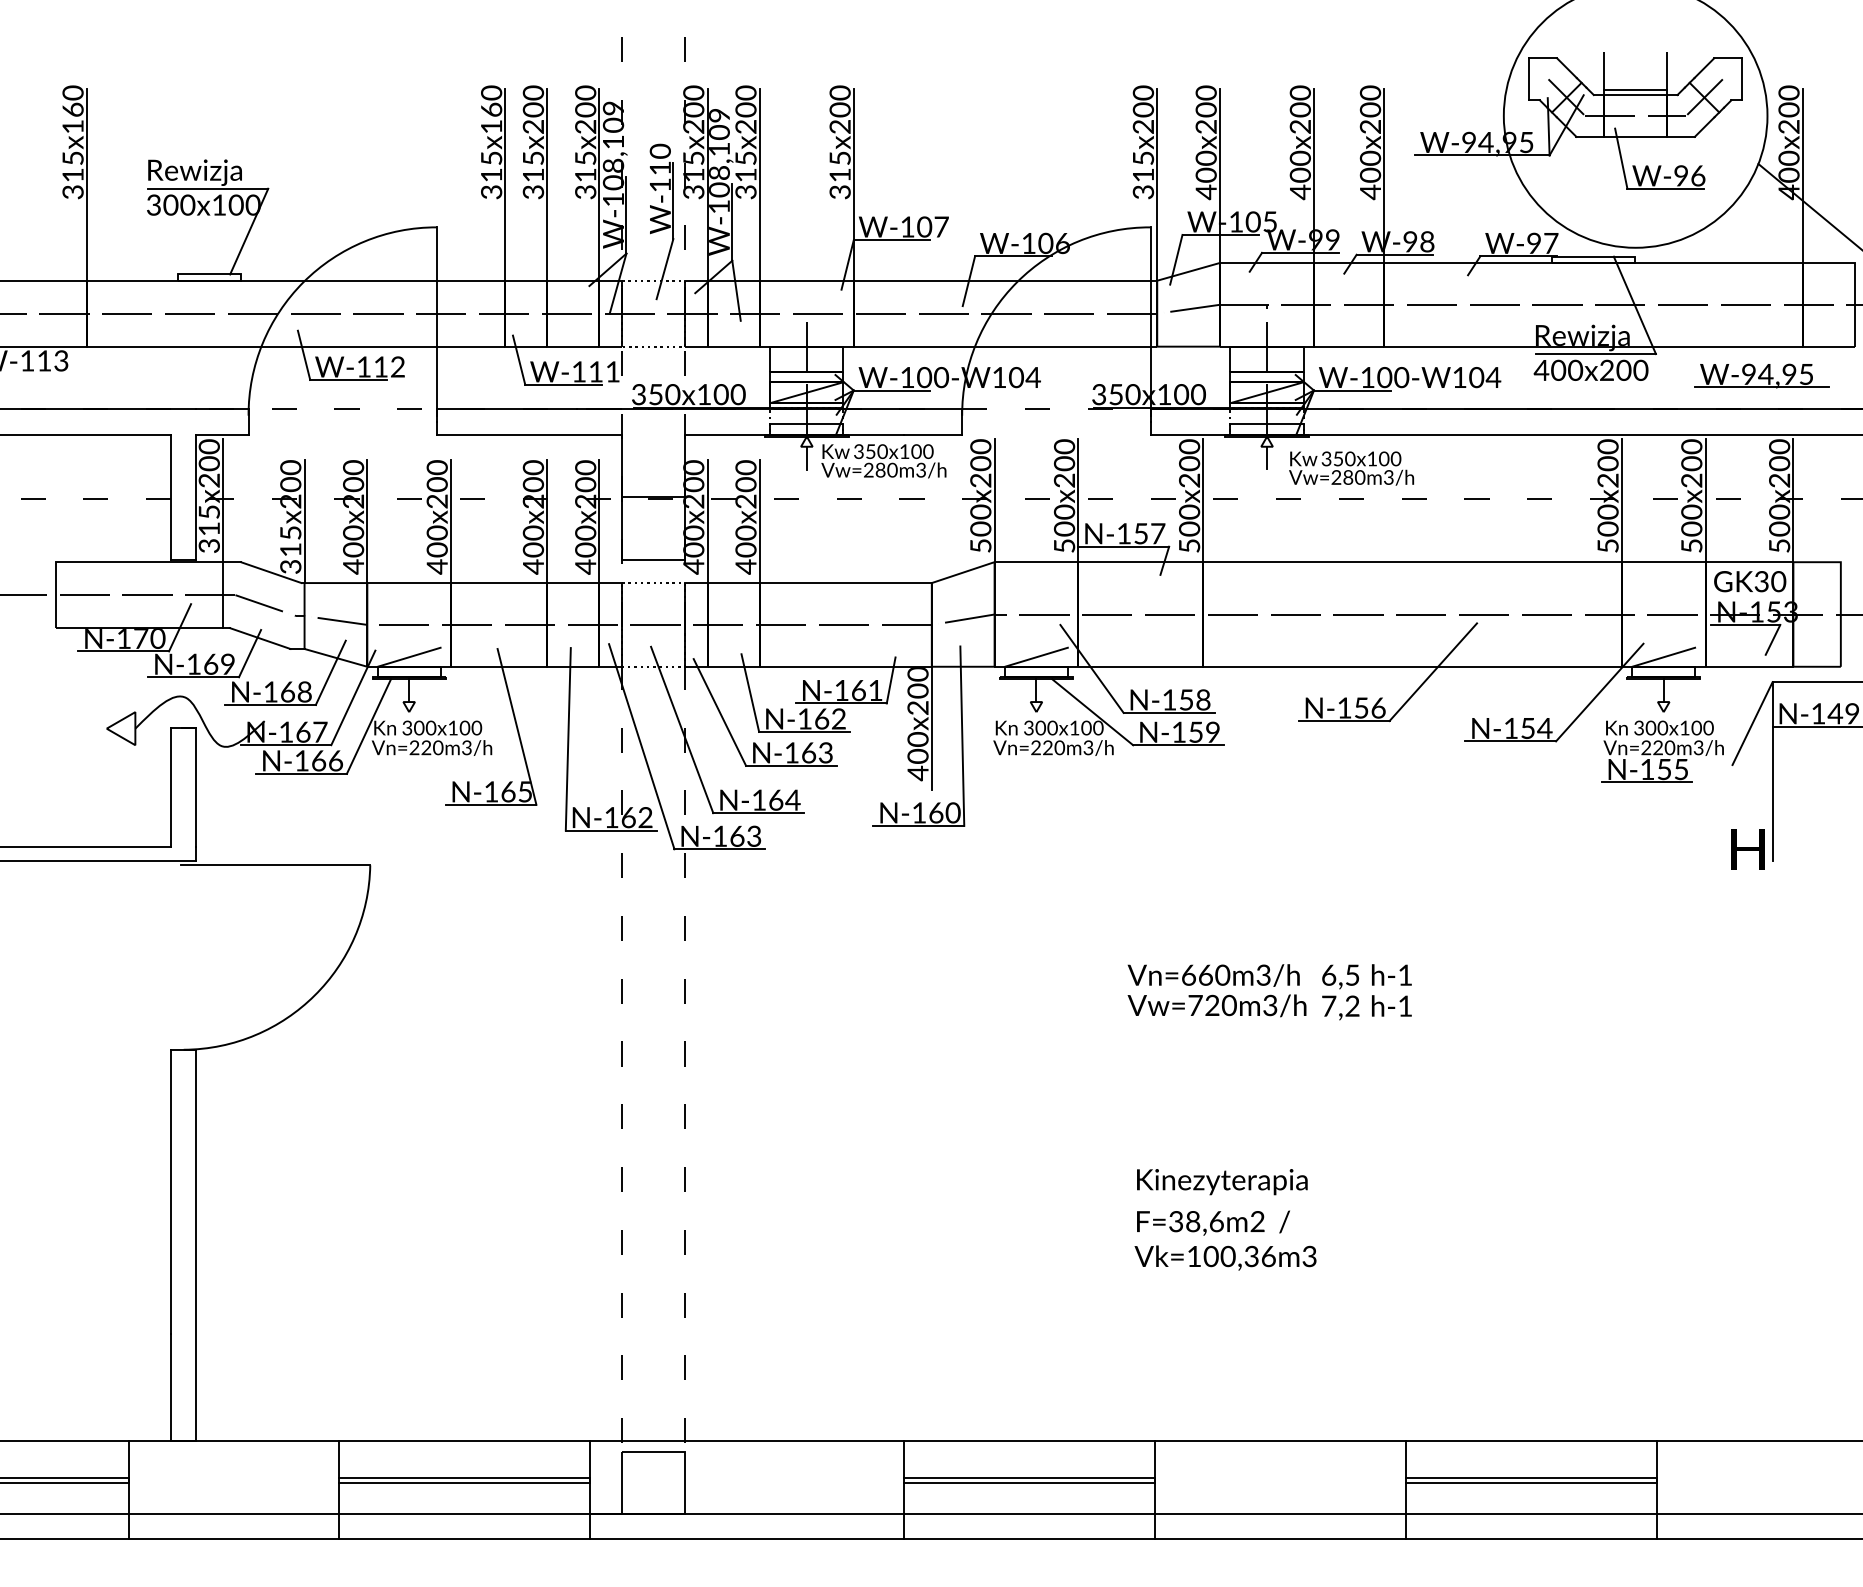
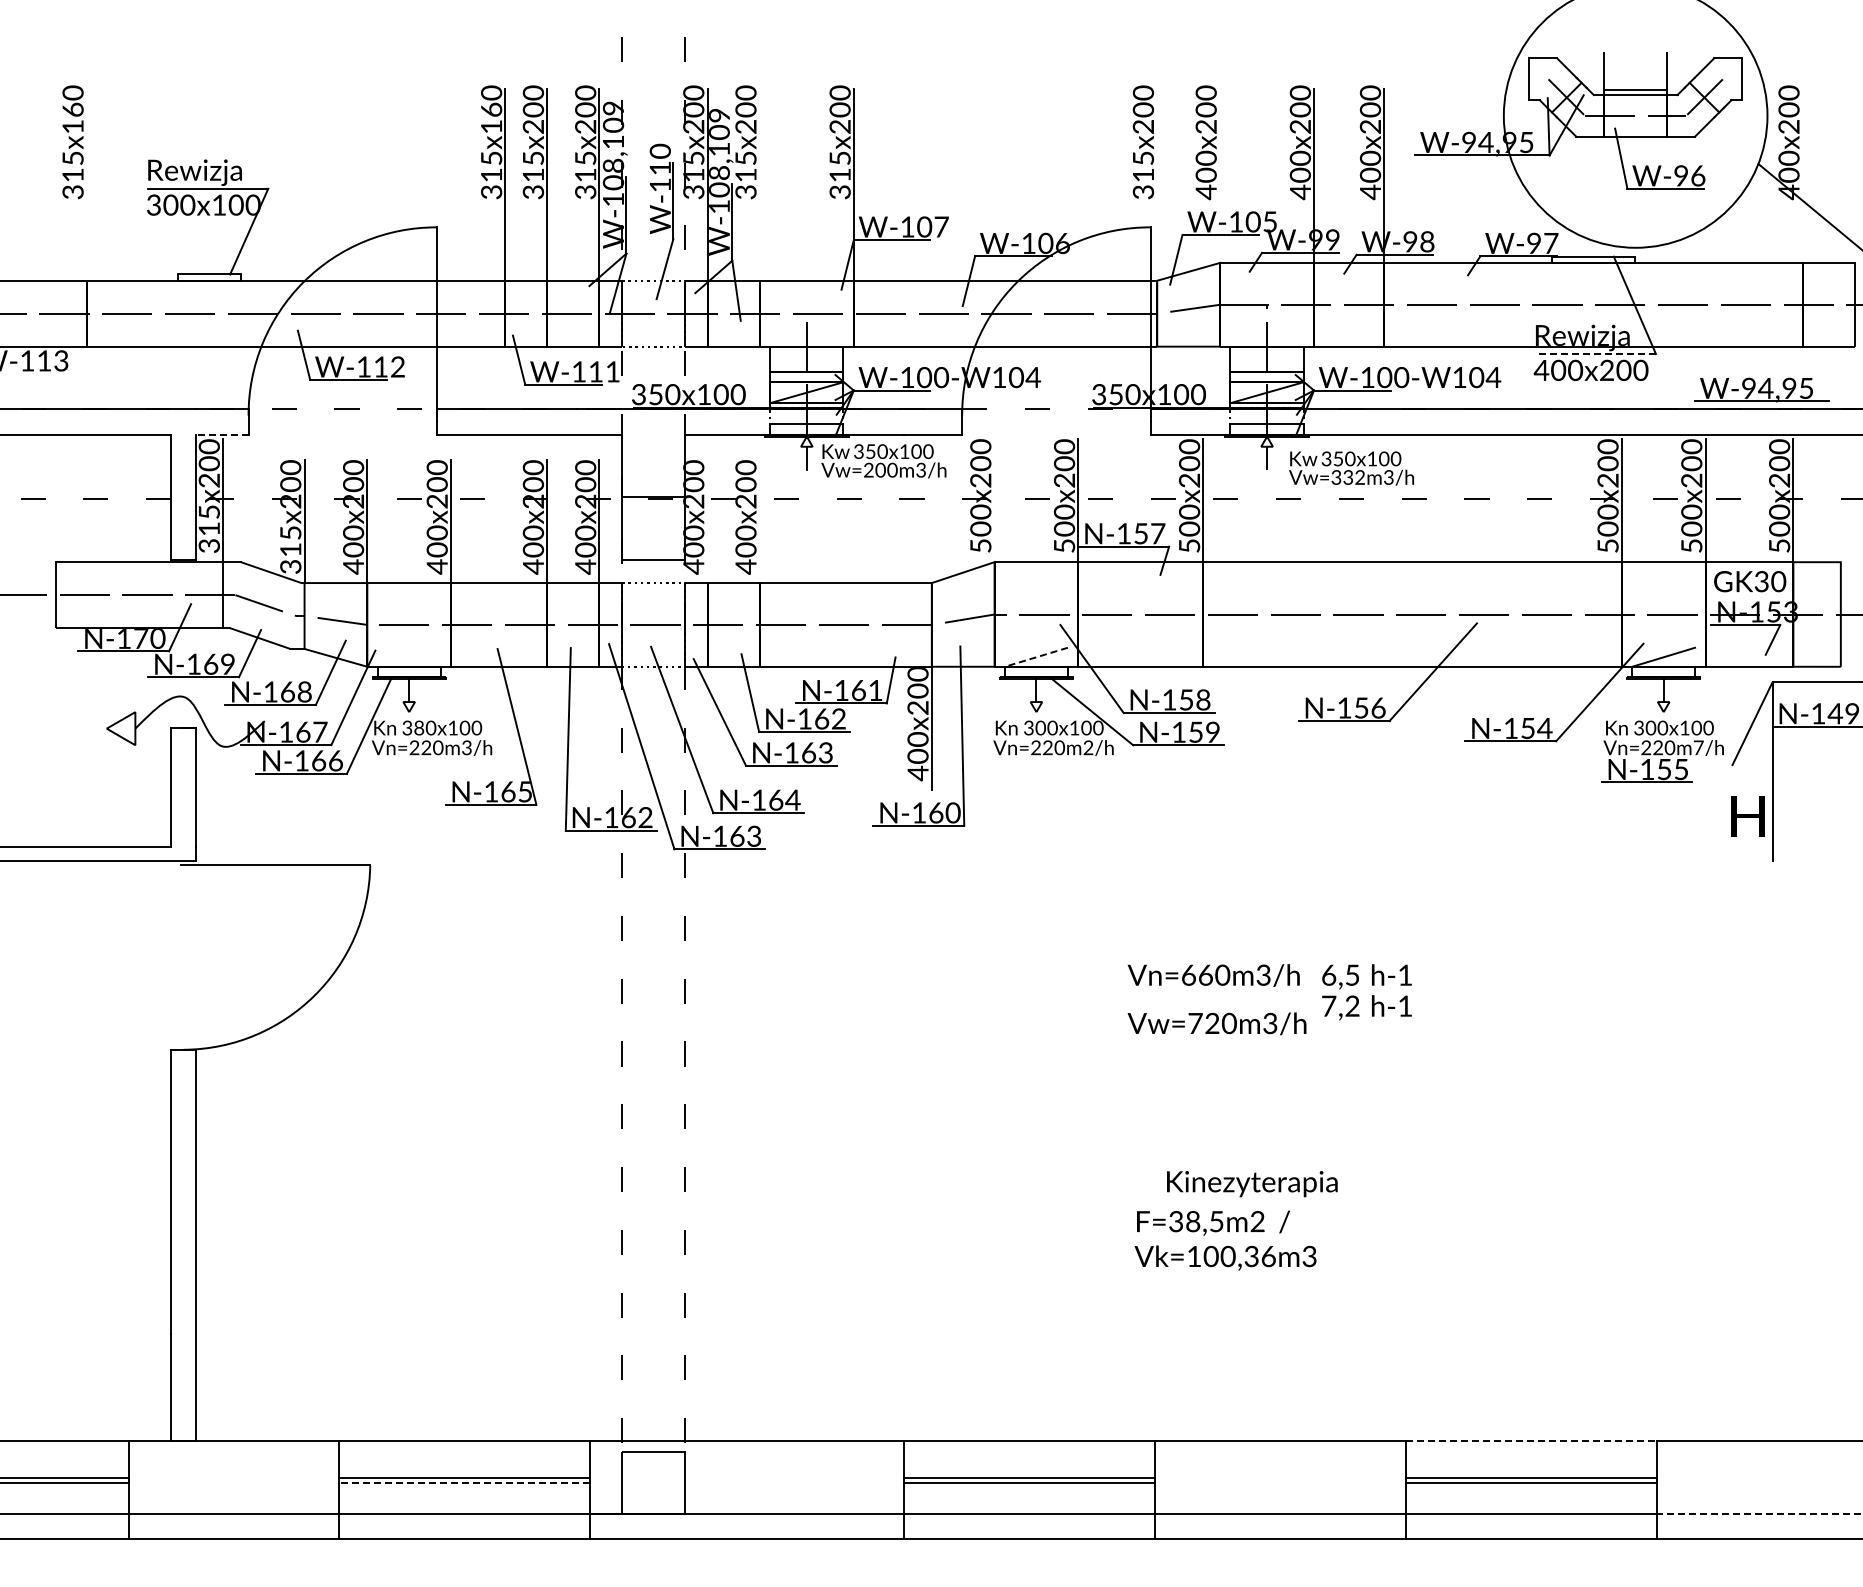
line at (1220, 175): present -> none
line at (1802, 175): present -> none
line at (86, 184): present -> none
line at (759, 184): present -> none
line at (1157, 184): present -> none
line at (1595, 354): solid -> dashed
part at (1761, 375) position: (1761, 375) -> (1761, 389)
line at (221, 434): solid -> dashed
text at (880, 470): Vw=280m3/h -> Vw=200m3/h
text at (1348, 477): Vw=280m3/h -> Vw=332m3/h
line at (994, 500): present -> none
line at (707, 521): present -> none
line at (759, 521): present -> none
line at (408, 656): present -> none
line at (1036, 657): solid -> dashed
text at (419, 728): 300x100 -> 380x100
text at (1698, 747): Vn=220m3/h -> Vn=220m7/h
text at (1088, 750): Vn=220m3/h -> Vn=220m2/h
text at (1747, 849) position: (1747, 849) -> (1747, 816)
text at (1216, 1005) position: (1216, 1005) -> (1216, 1023)
text at (1222, 1182) position: (1222, 1182) -> (1252, 1184)
text at (1216, 1221): F=38,6m2 -> F=38,5m2
line at (1531, 1441): solid -> dashed
line at (464, 1482): solid -> dashed
line at (1759, 1514): solid -> dashed
